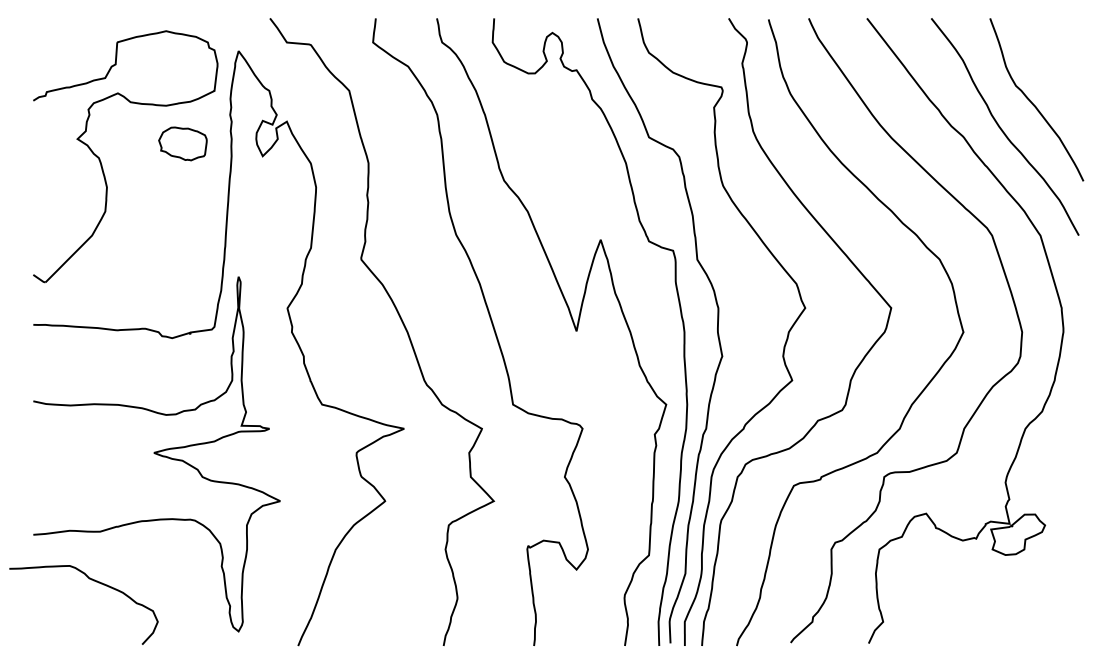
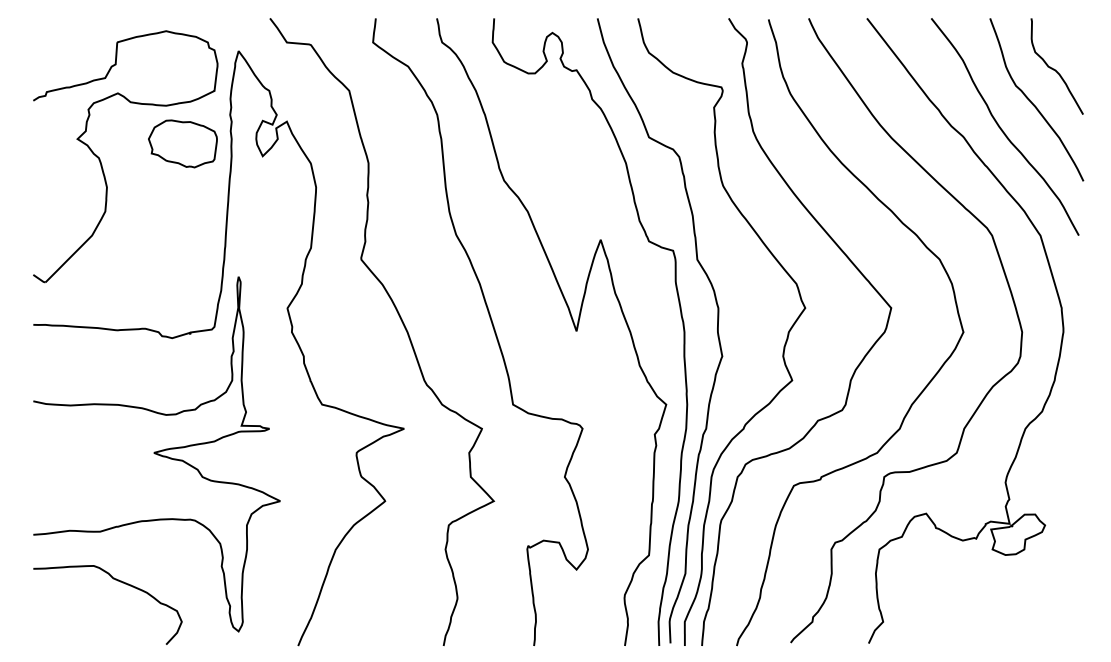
curve at (1054, 68): none -> present
part at (182, 143) size: 50x36 px -> 70x50 px
curve at (93, 581) position: (93, 581) -> (117, 581)
